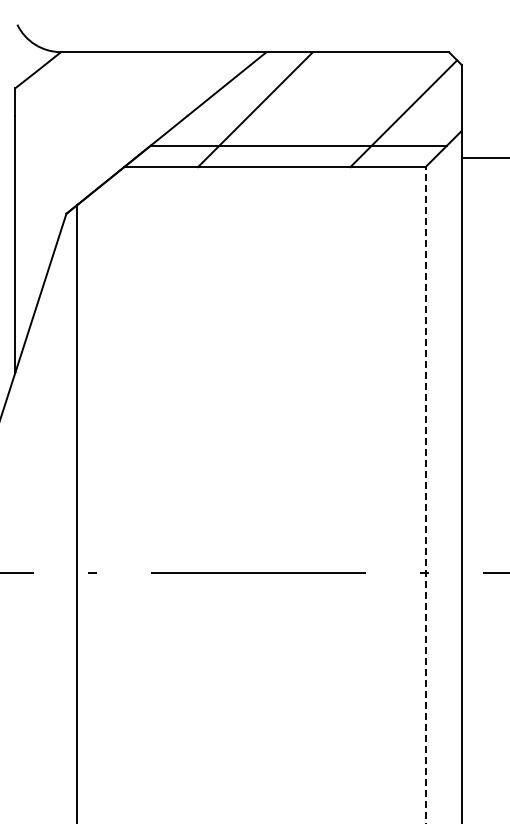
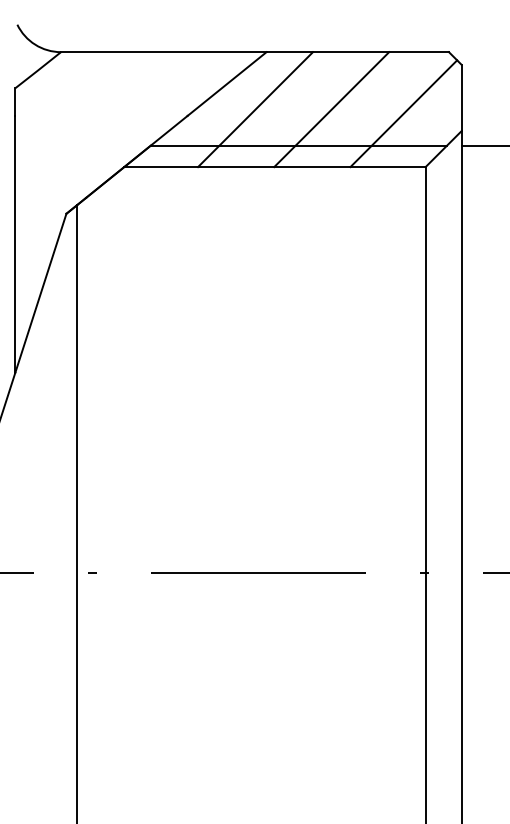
line at (331, 109): none -> present
line at (483, 157) position: (483, 157) -> (483, 145)
line at (425, 494): dashed -> solid
